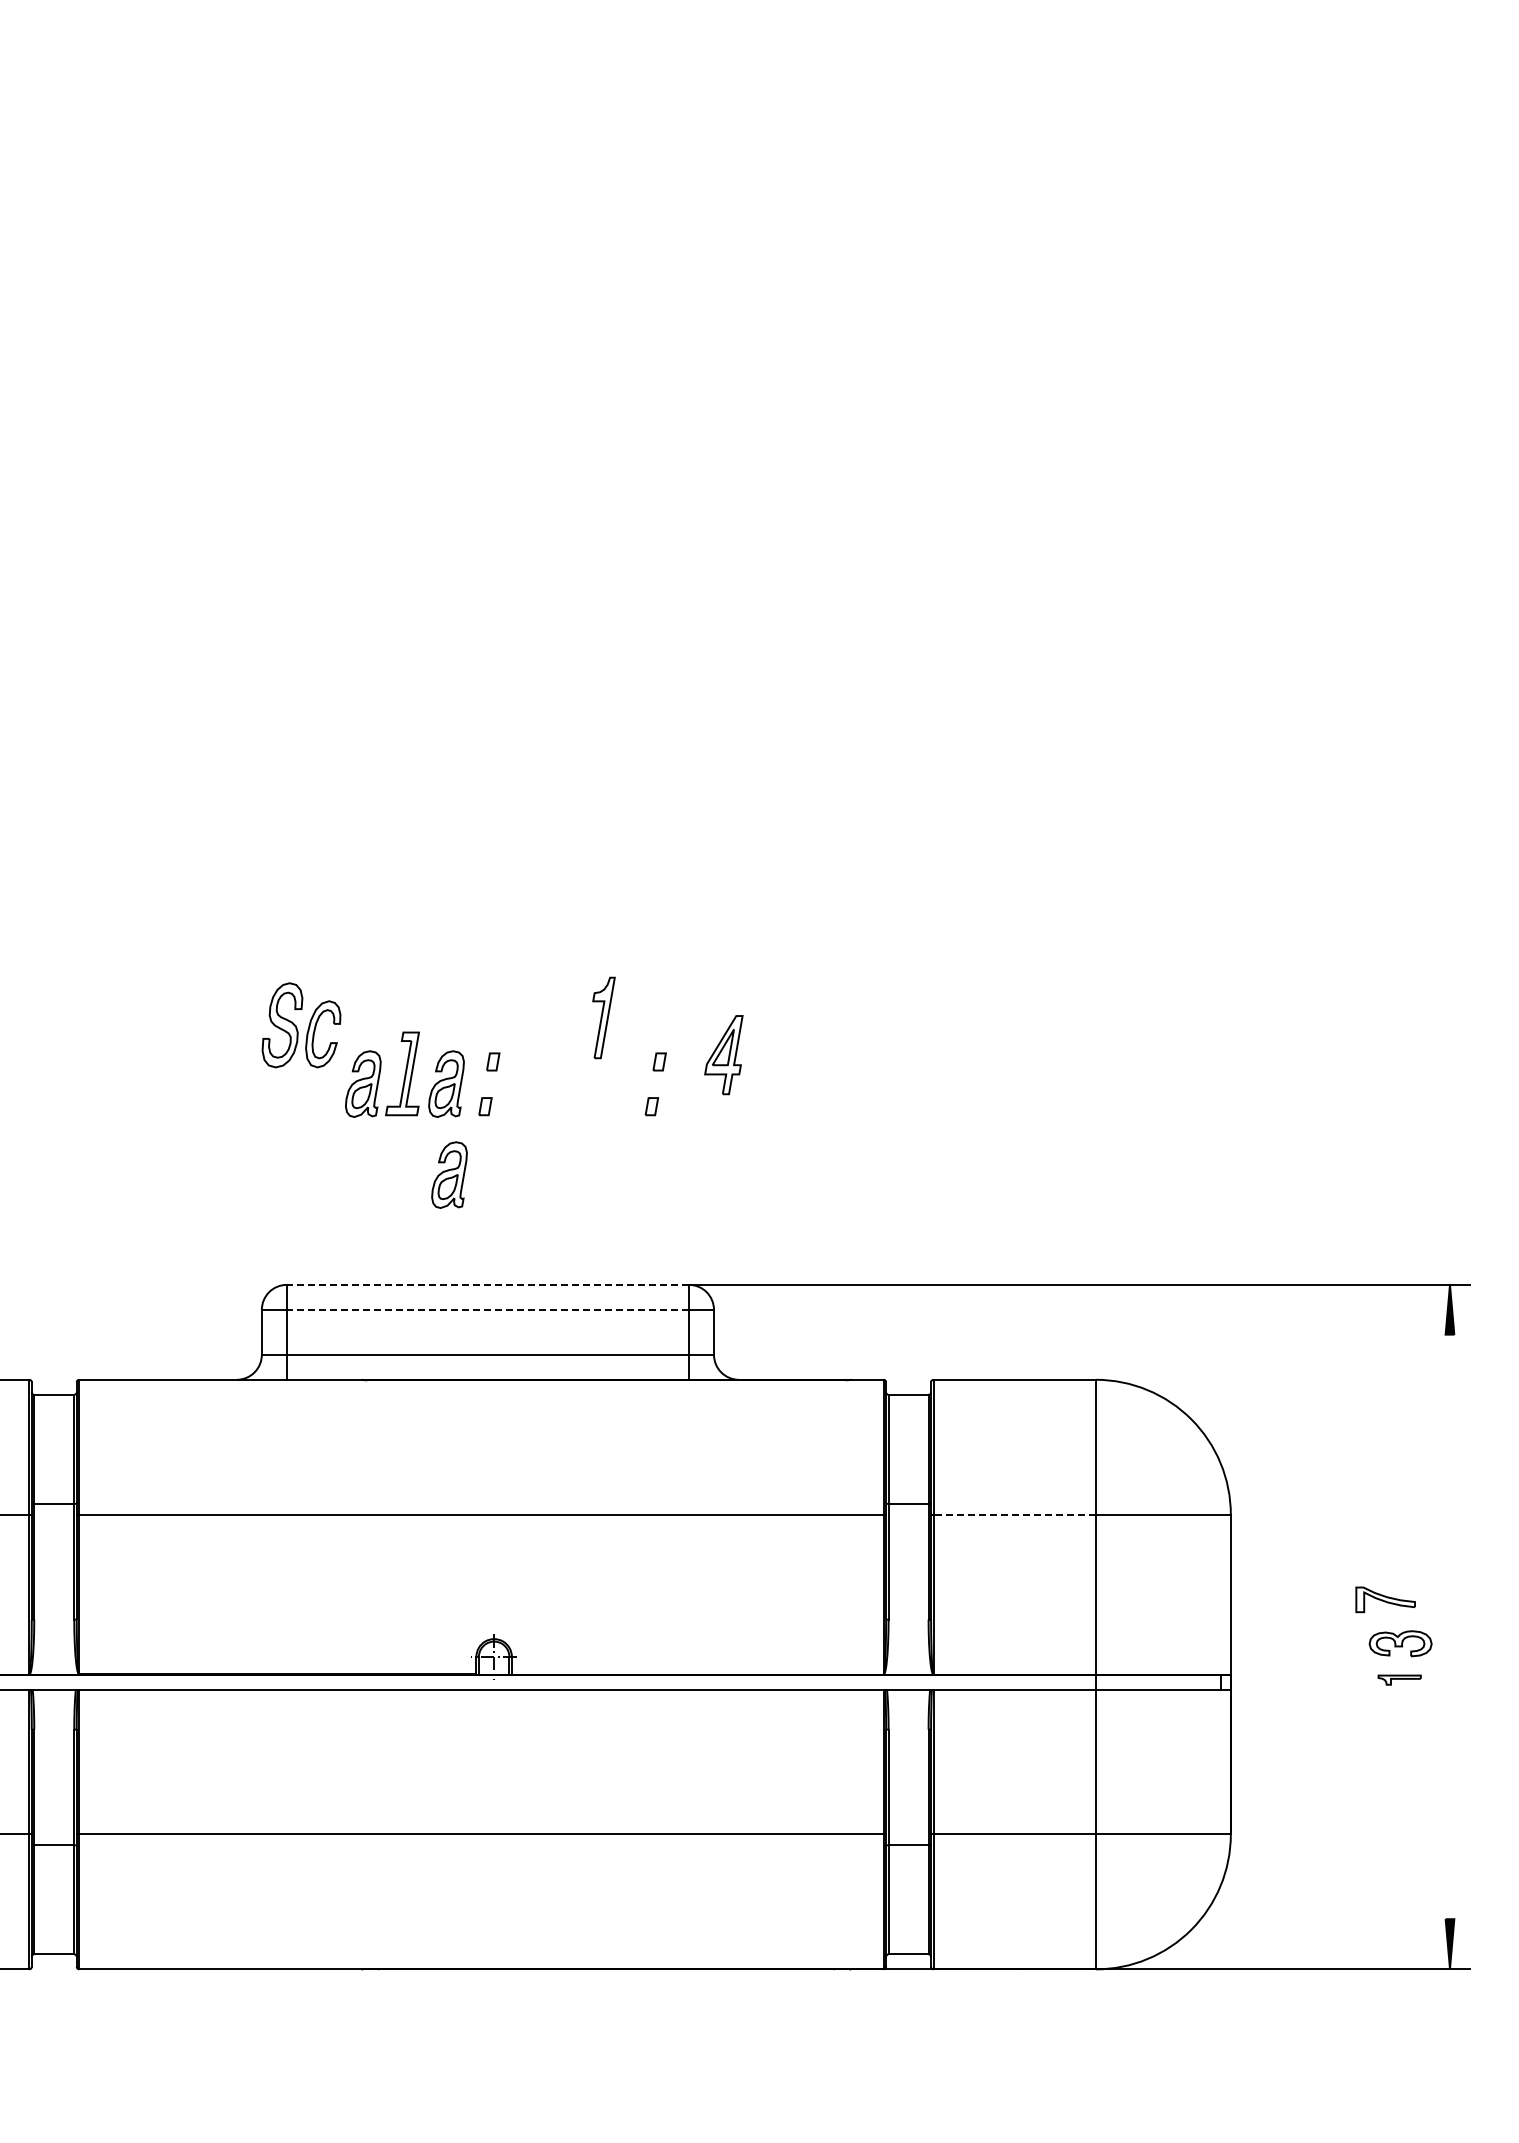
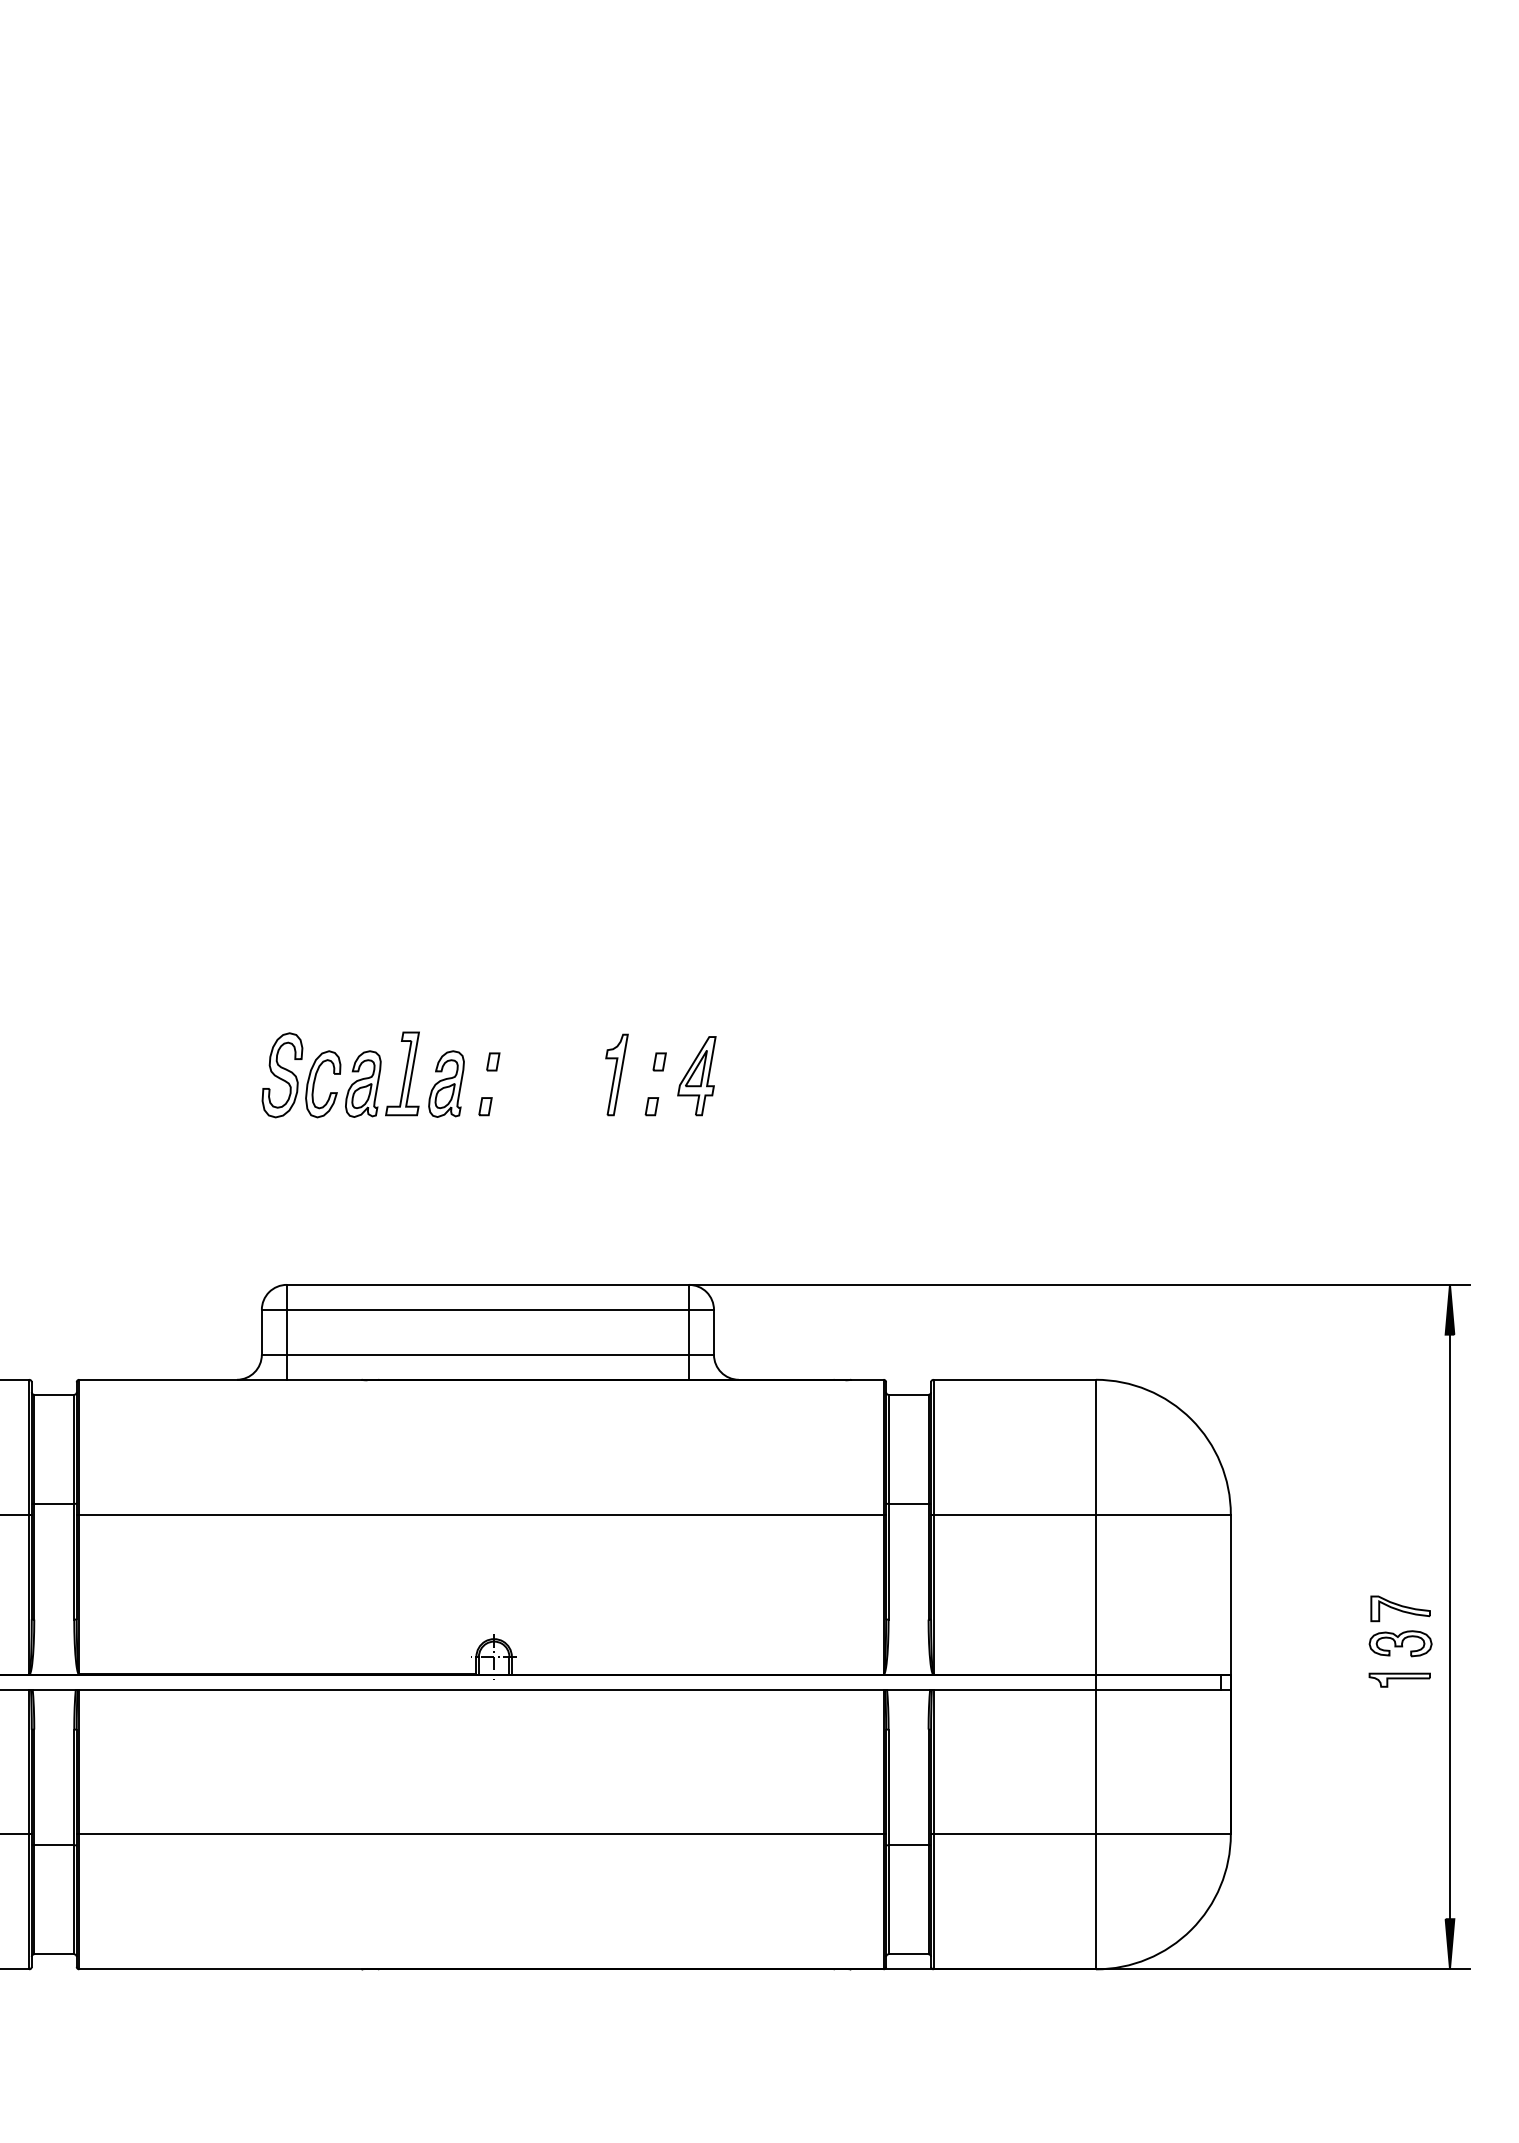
part at (603, 1017) position: (603, 1017) -> (616, 1074)
part at (301, 1025) position: (301, 1025) -> (301, 1075)
part at (723, 1055) position: (723, 1055) -> (696, 1076)
part at (449, 1174): present -> none
line at (487, 1284): dashed -> solid
line at (487, 1309): dashed -> solid
line at (1014, 1514): dashed -> solid
part at (1385, 1599) position: (1385, 1599) -> (1400, 1608)
line at (1449, 1626): none -> present
part at (1399, 1679) size: 45x12 px -> 63x16 px
